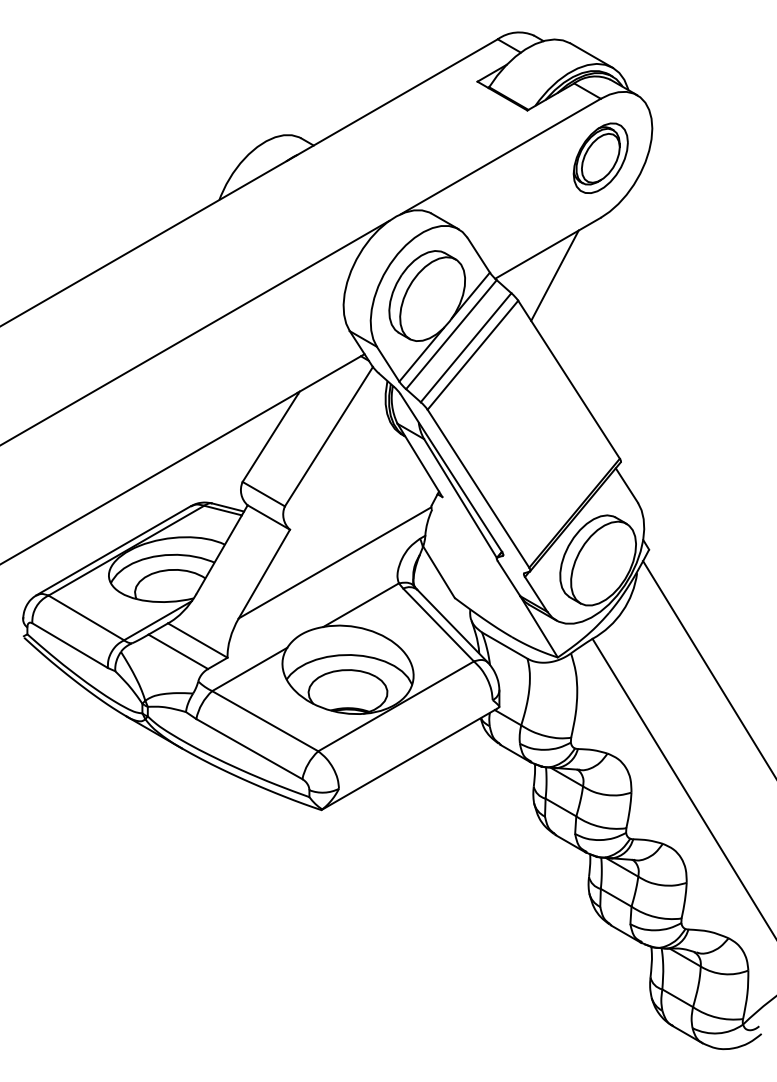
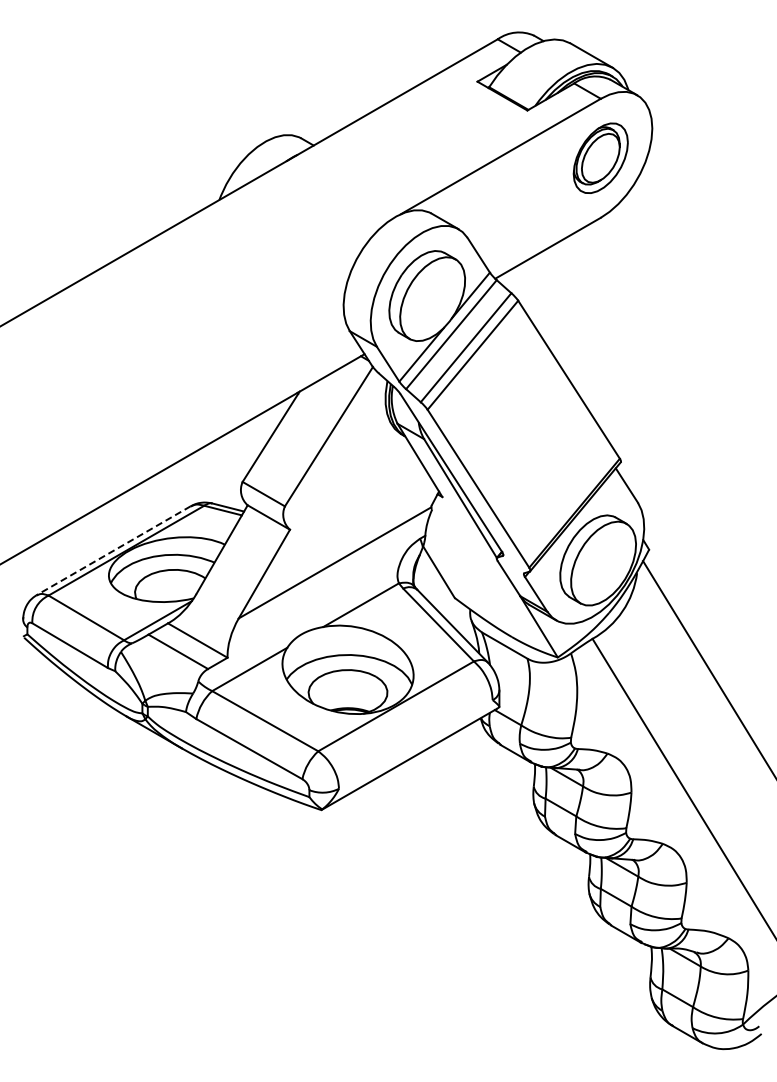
line at (554, 275): present -> none
line at (195, 332): present -> none
line at (113, 551): solid -> dashed
